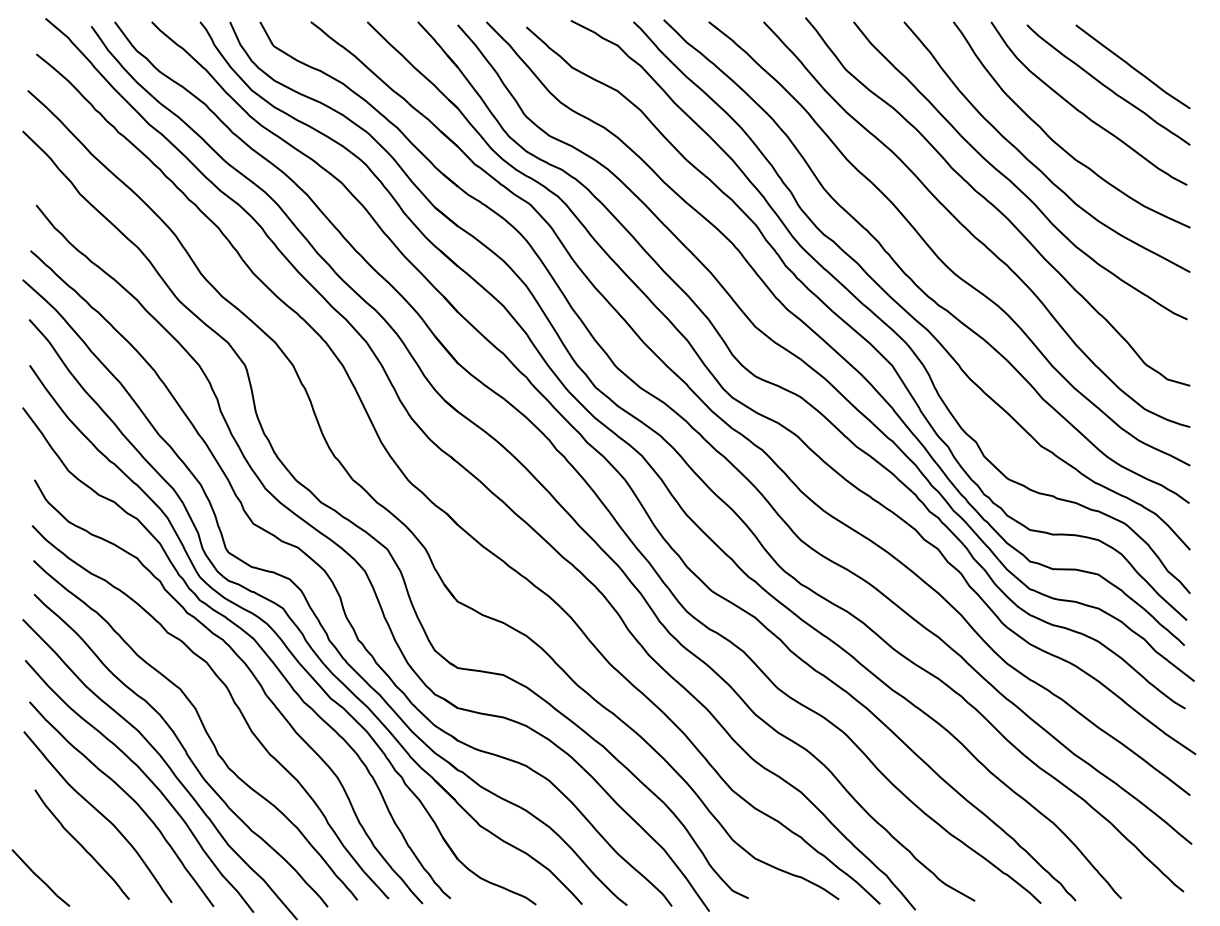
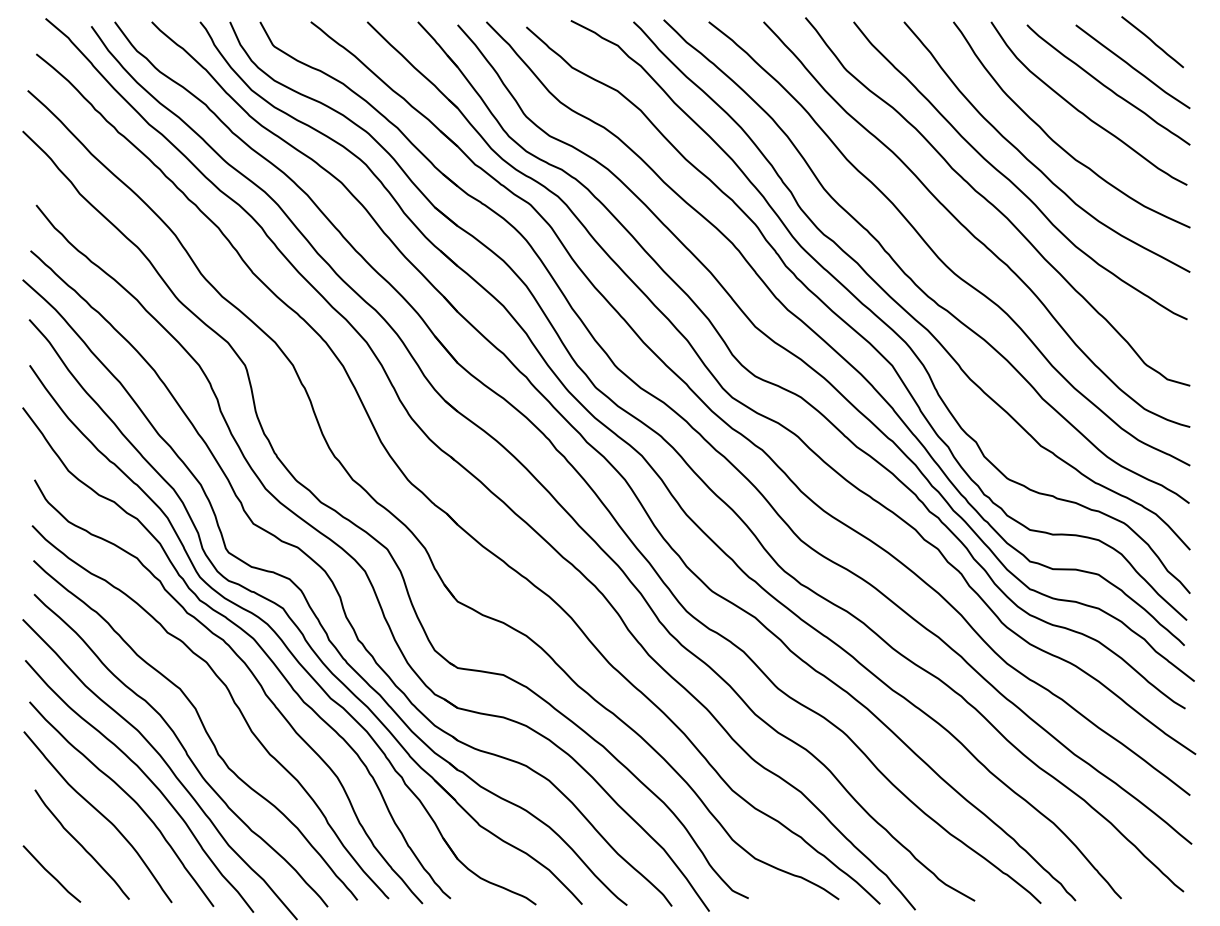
line at (1152, 42): none -> present
line at (40, 877) position: (40, 877) -> (51, 873)
